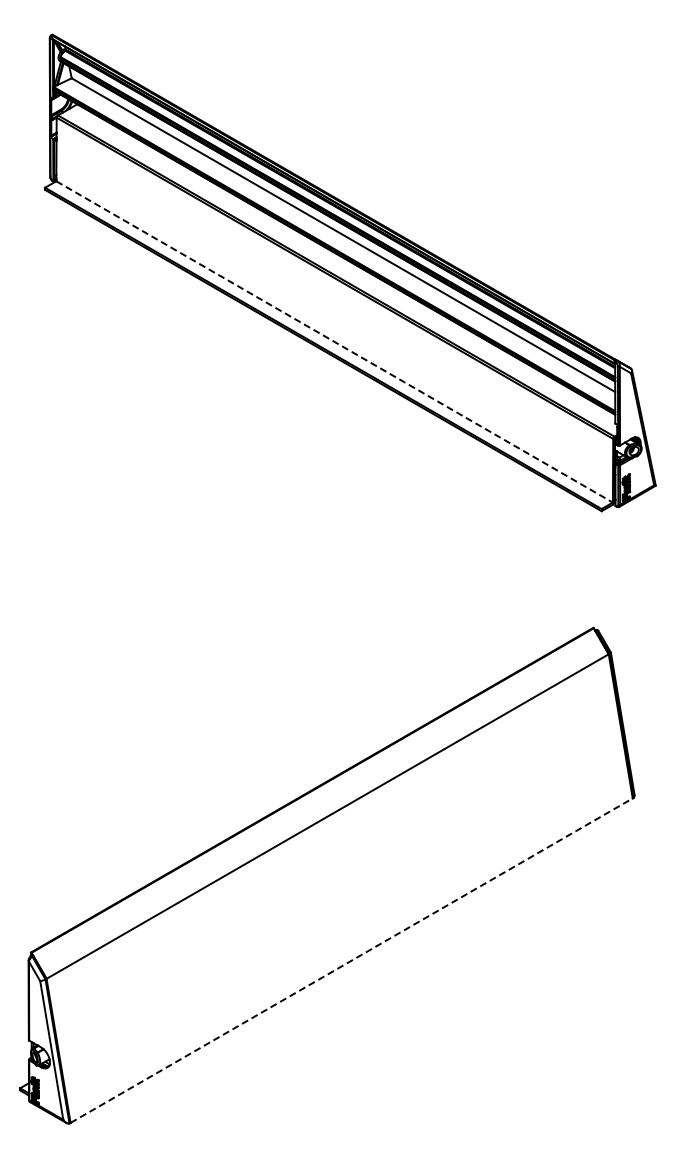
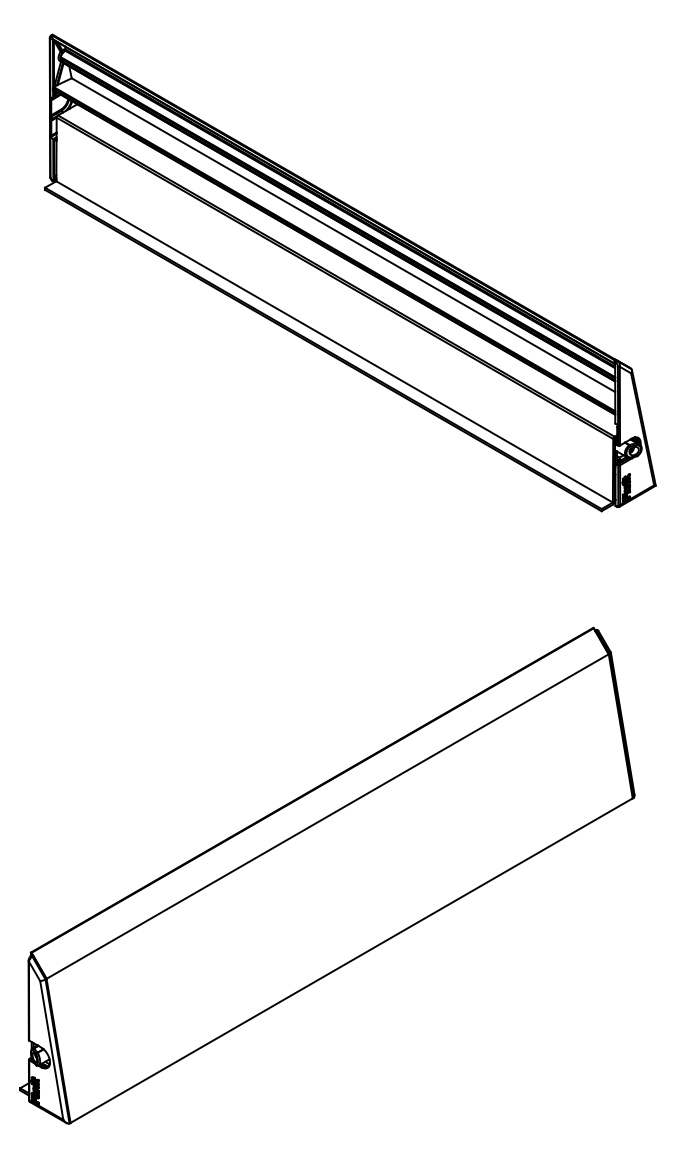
line at (335, 342): dashed -> solid
line at (351, 960): dashed -> solid
